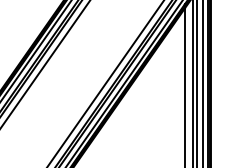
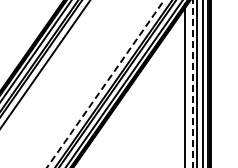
line at (105, 84): solid -> dashed
line at (192, 84): solid -> dashed
